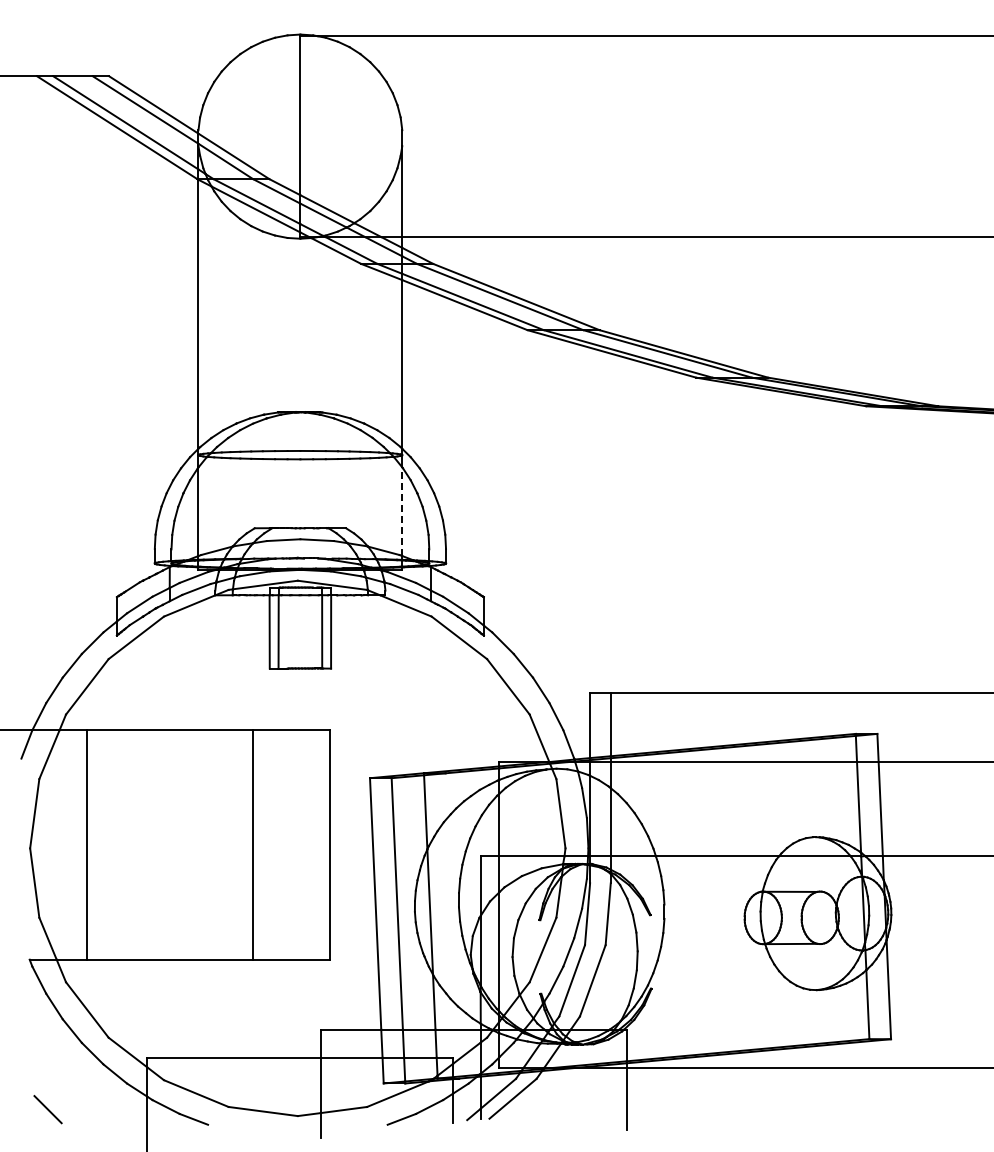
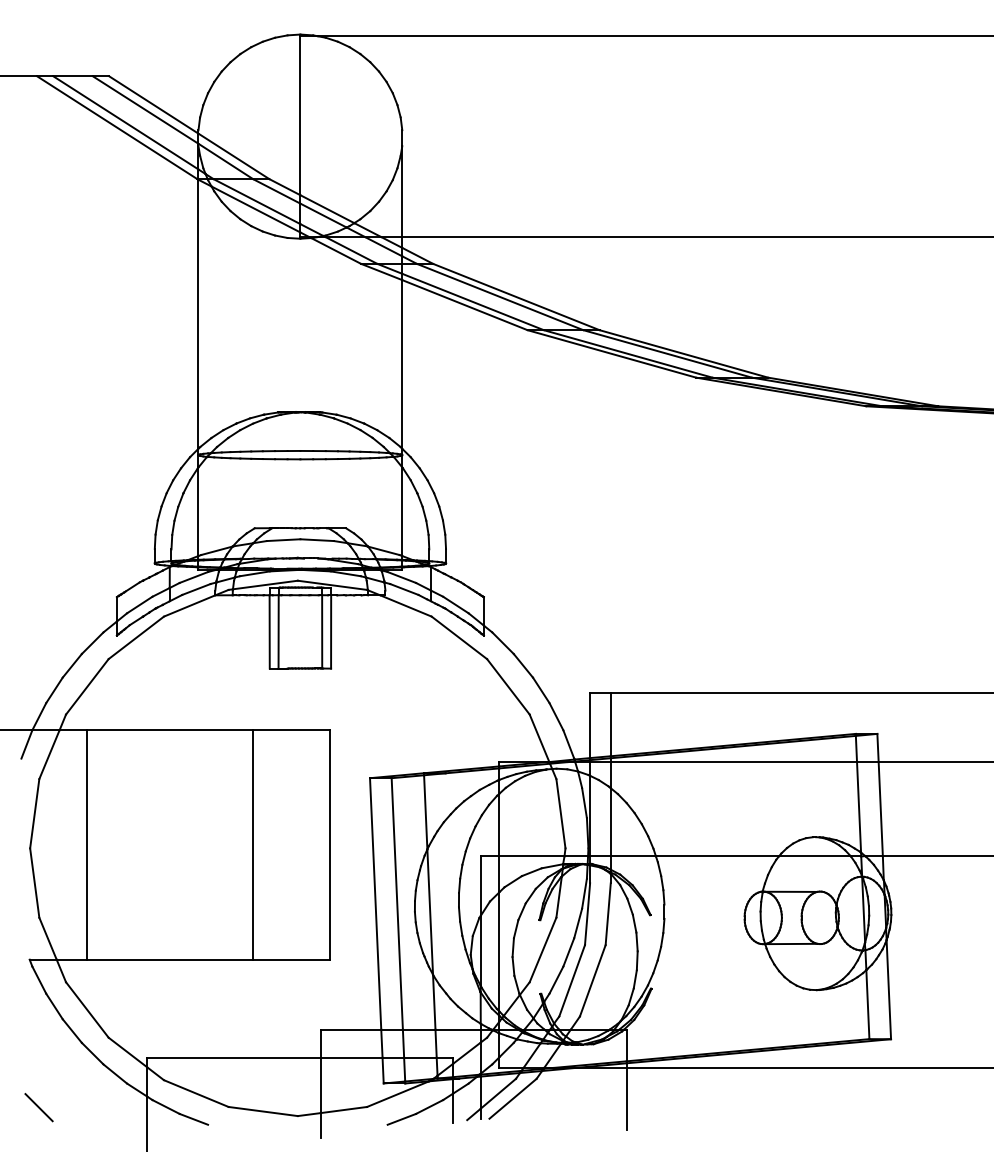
line at (402, 511): dashed -> solid
line at (47, 1109) position: (47, 1109) -> (38, 1107)
